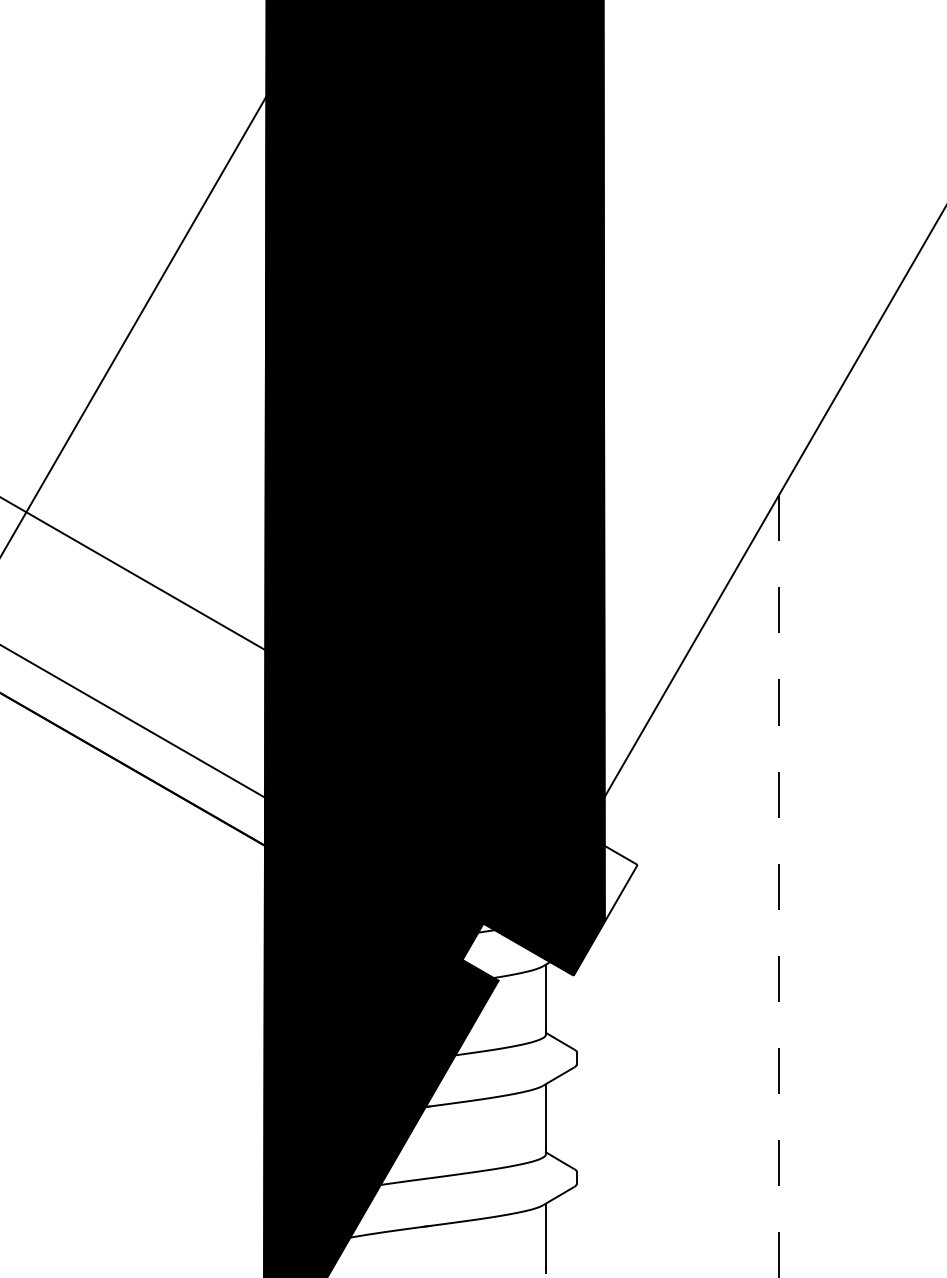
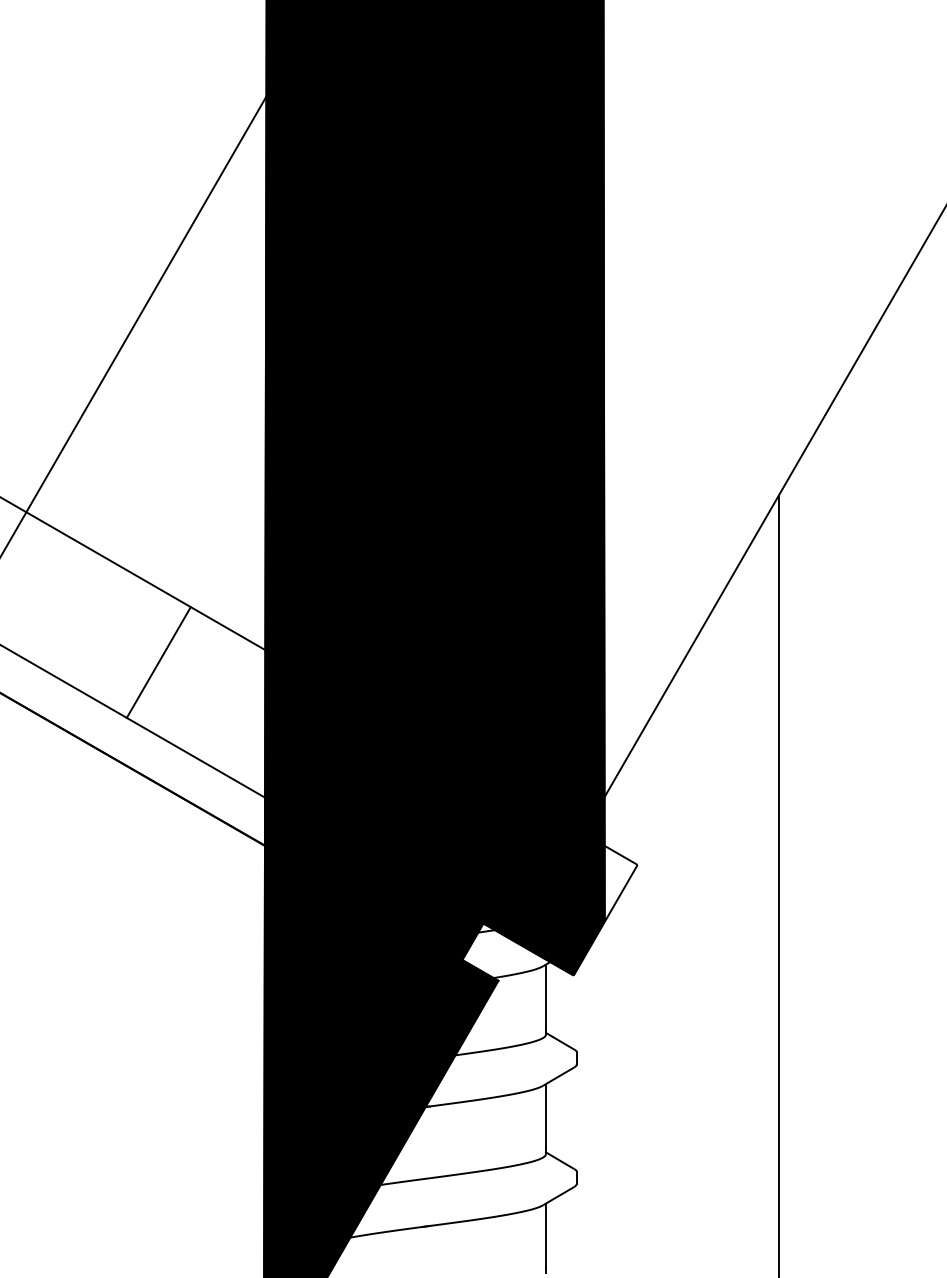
line at (158, 662): none -> present
line at (778, 887): dashed -> solid
